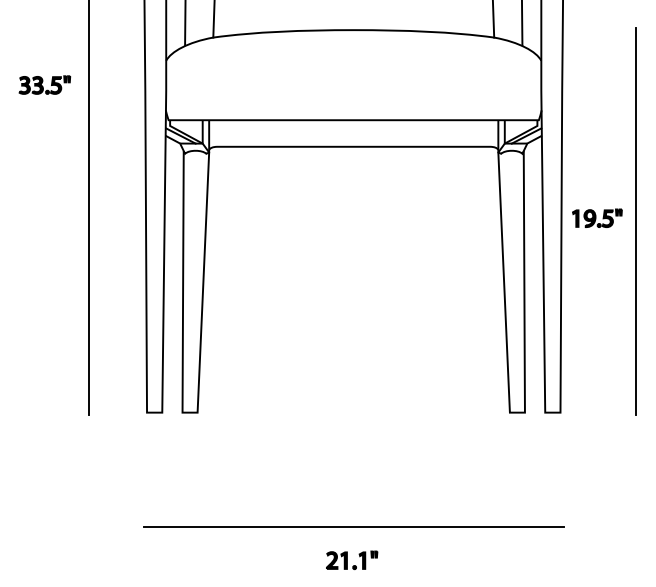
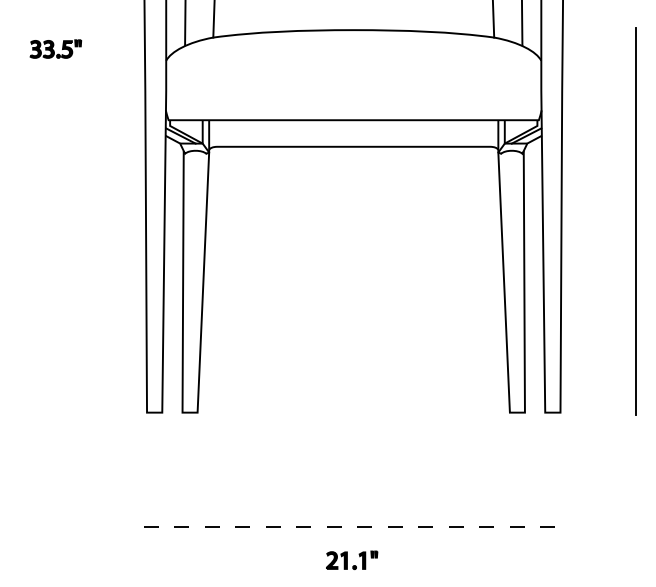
part at (44, 84) position: (44, 84) -> (55, 48)
line at (89, 208): present -> none
part at (597, 217): present -> none
line at (354, 526): solid -> dashed
